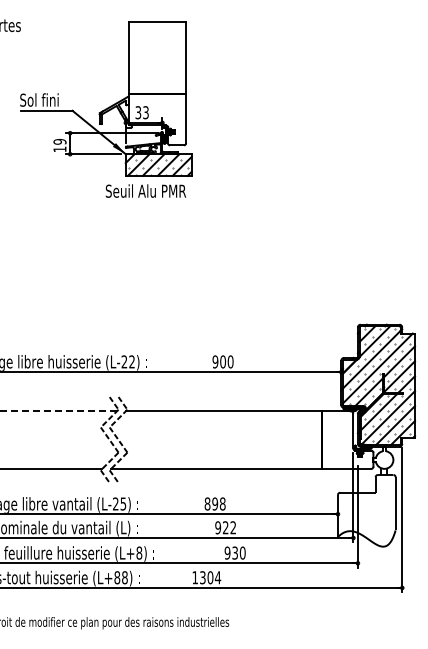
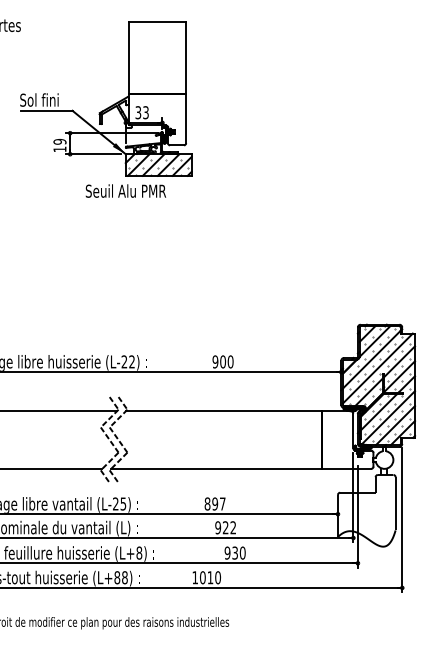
text at (145, 190) position: (145, 190) -> (125, 190)
line at (58, 411): dashed -> solid
text at (222, 503): 898 -> 897
text at (210, 577): 1304 -> 1010
